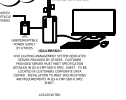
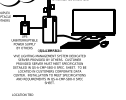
text at (49, 94) position: (49, 94) -> (22, 94)
